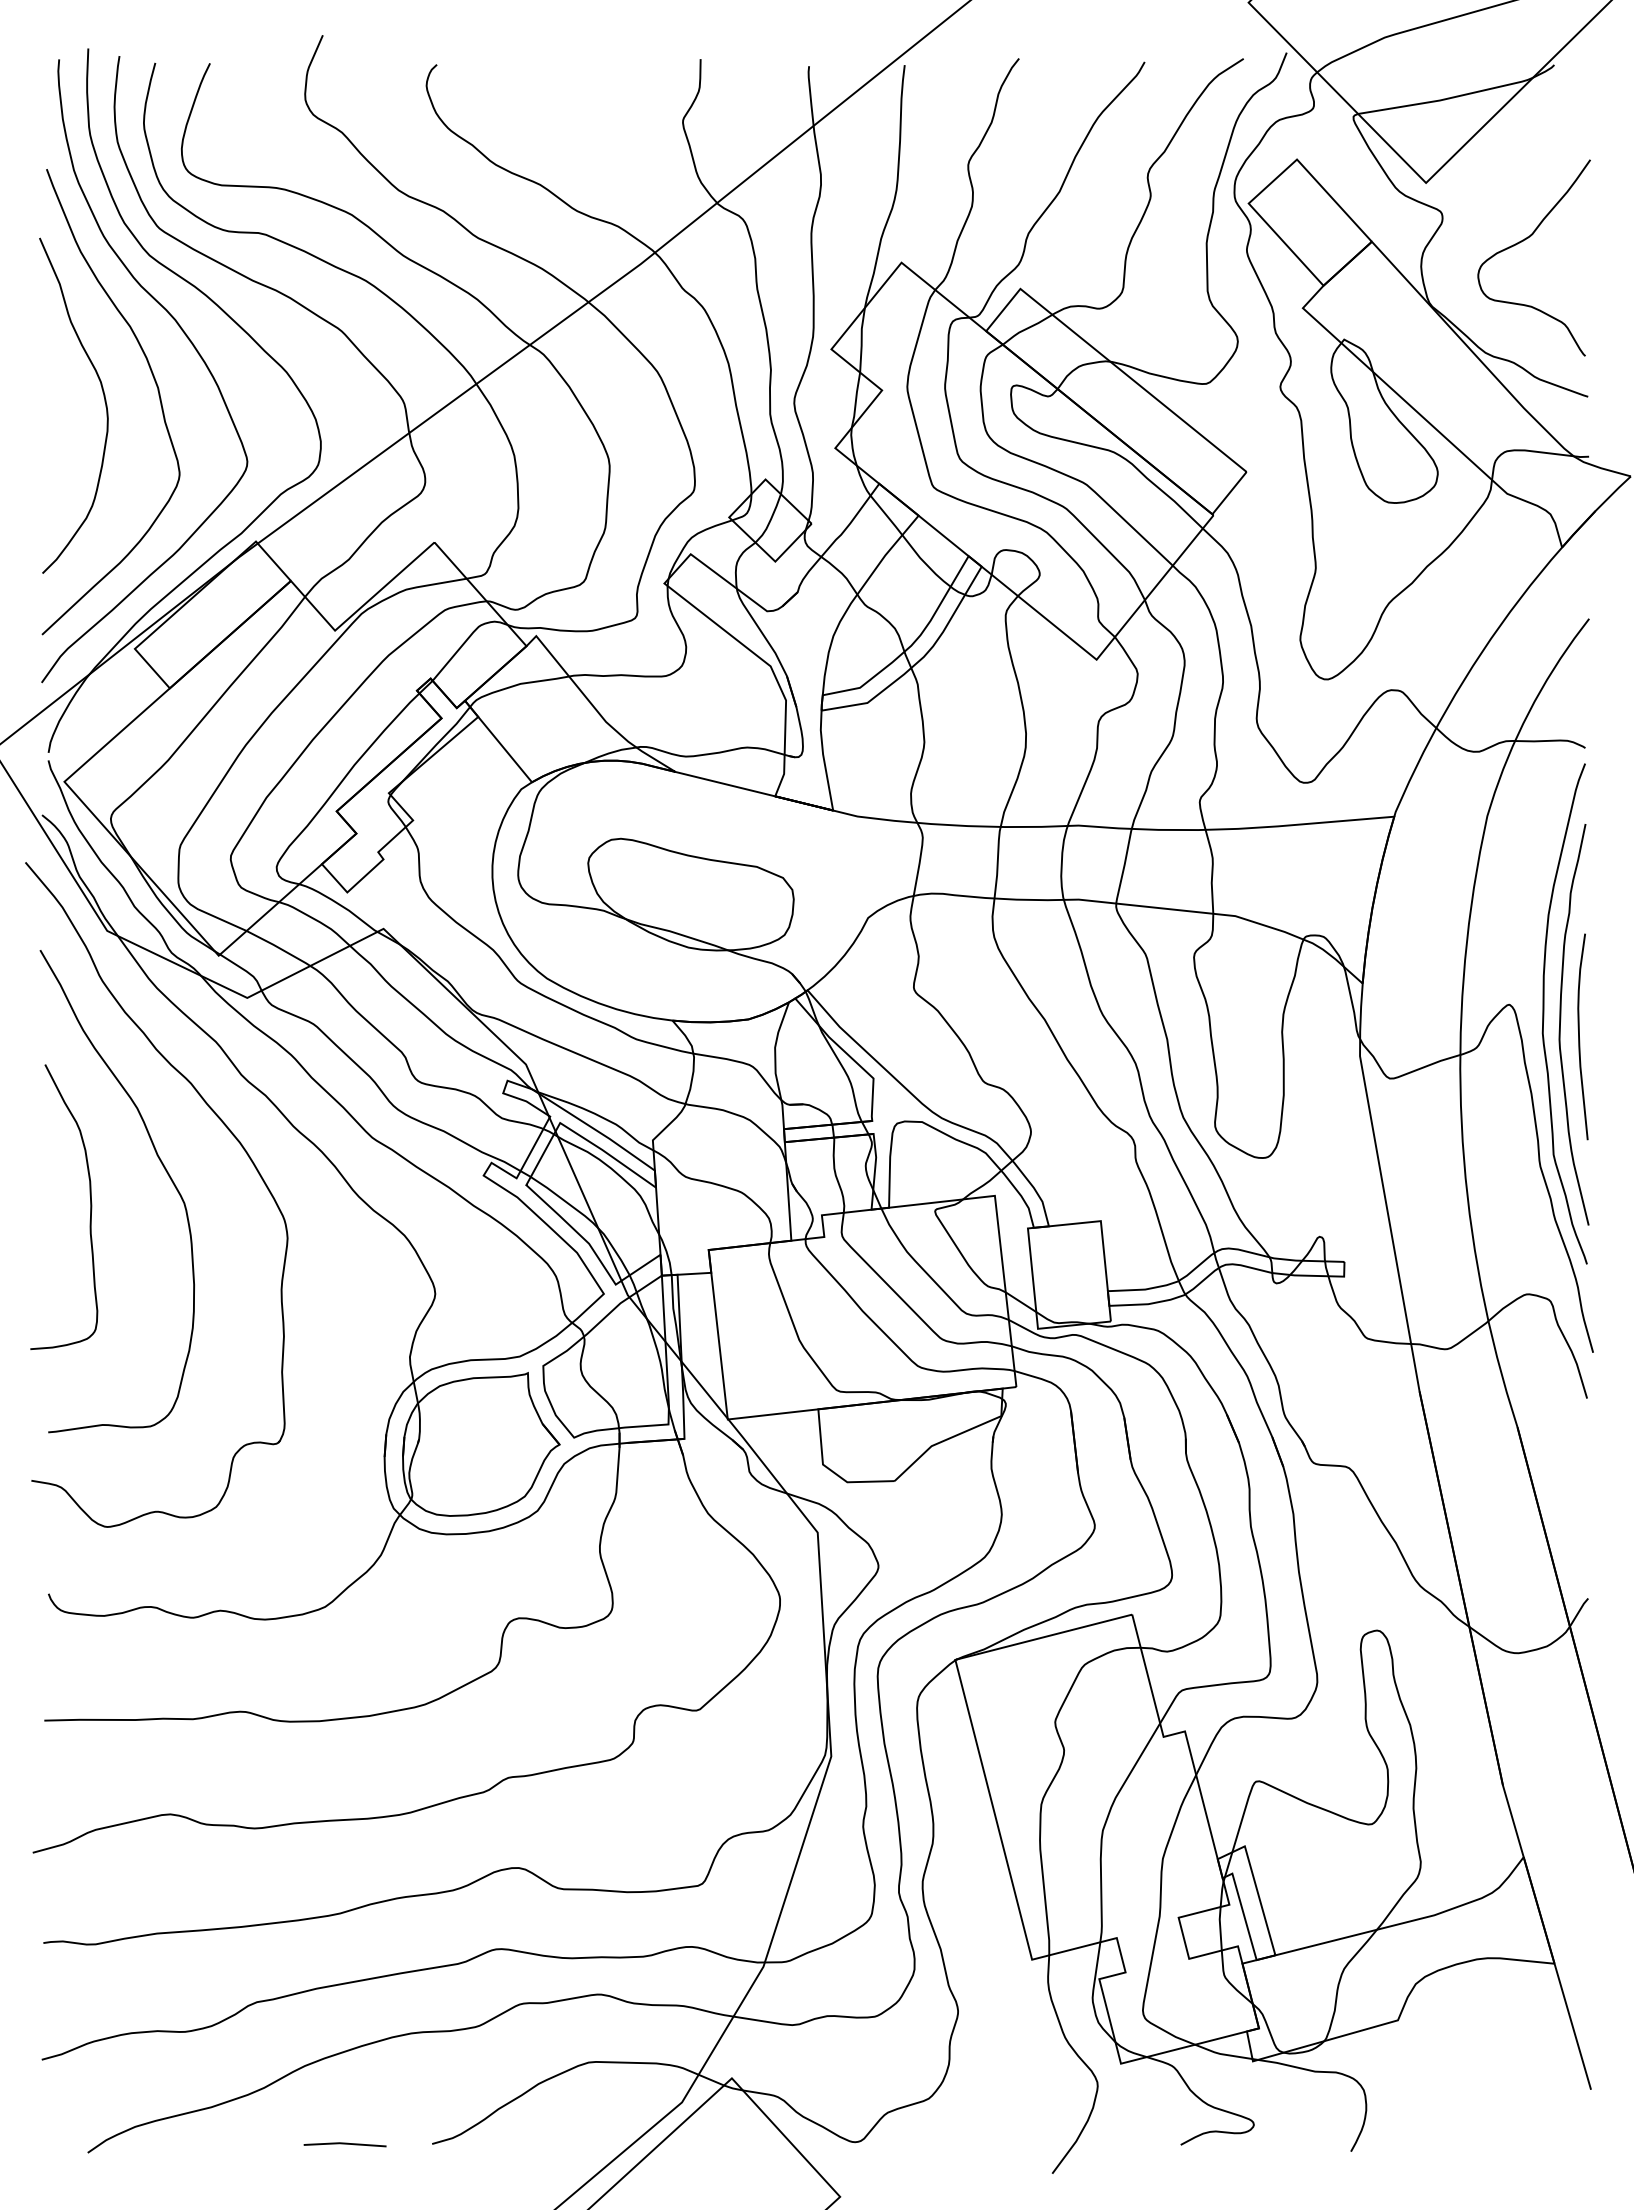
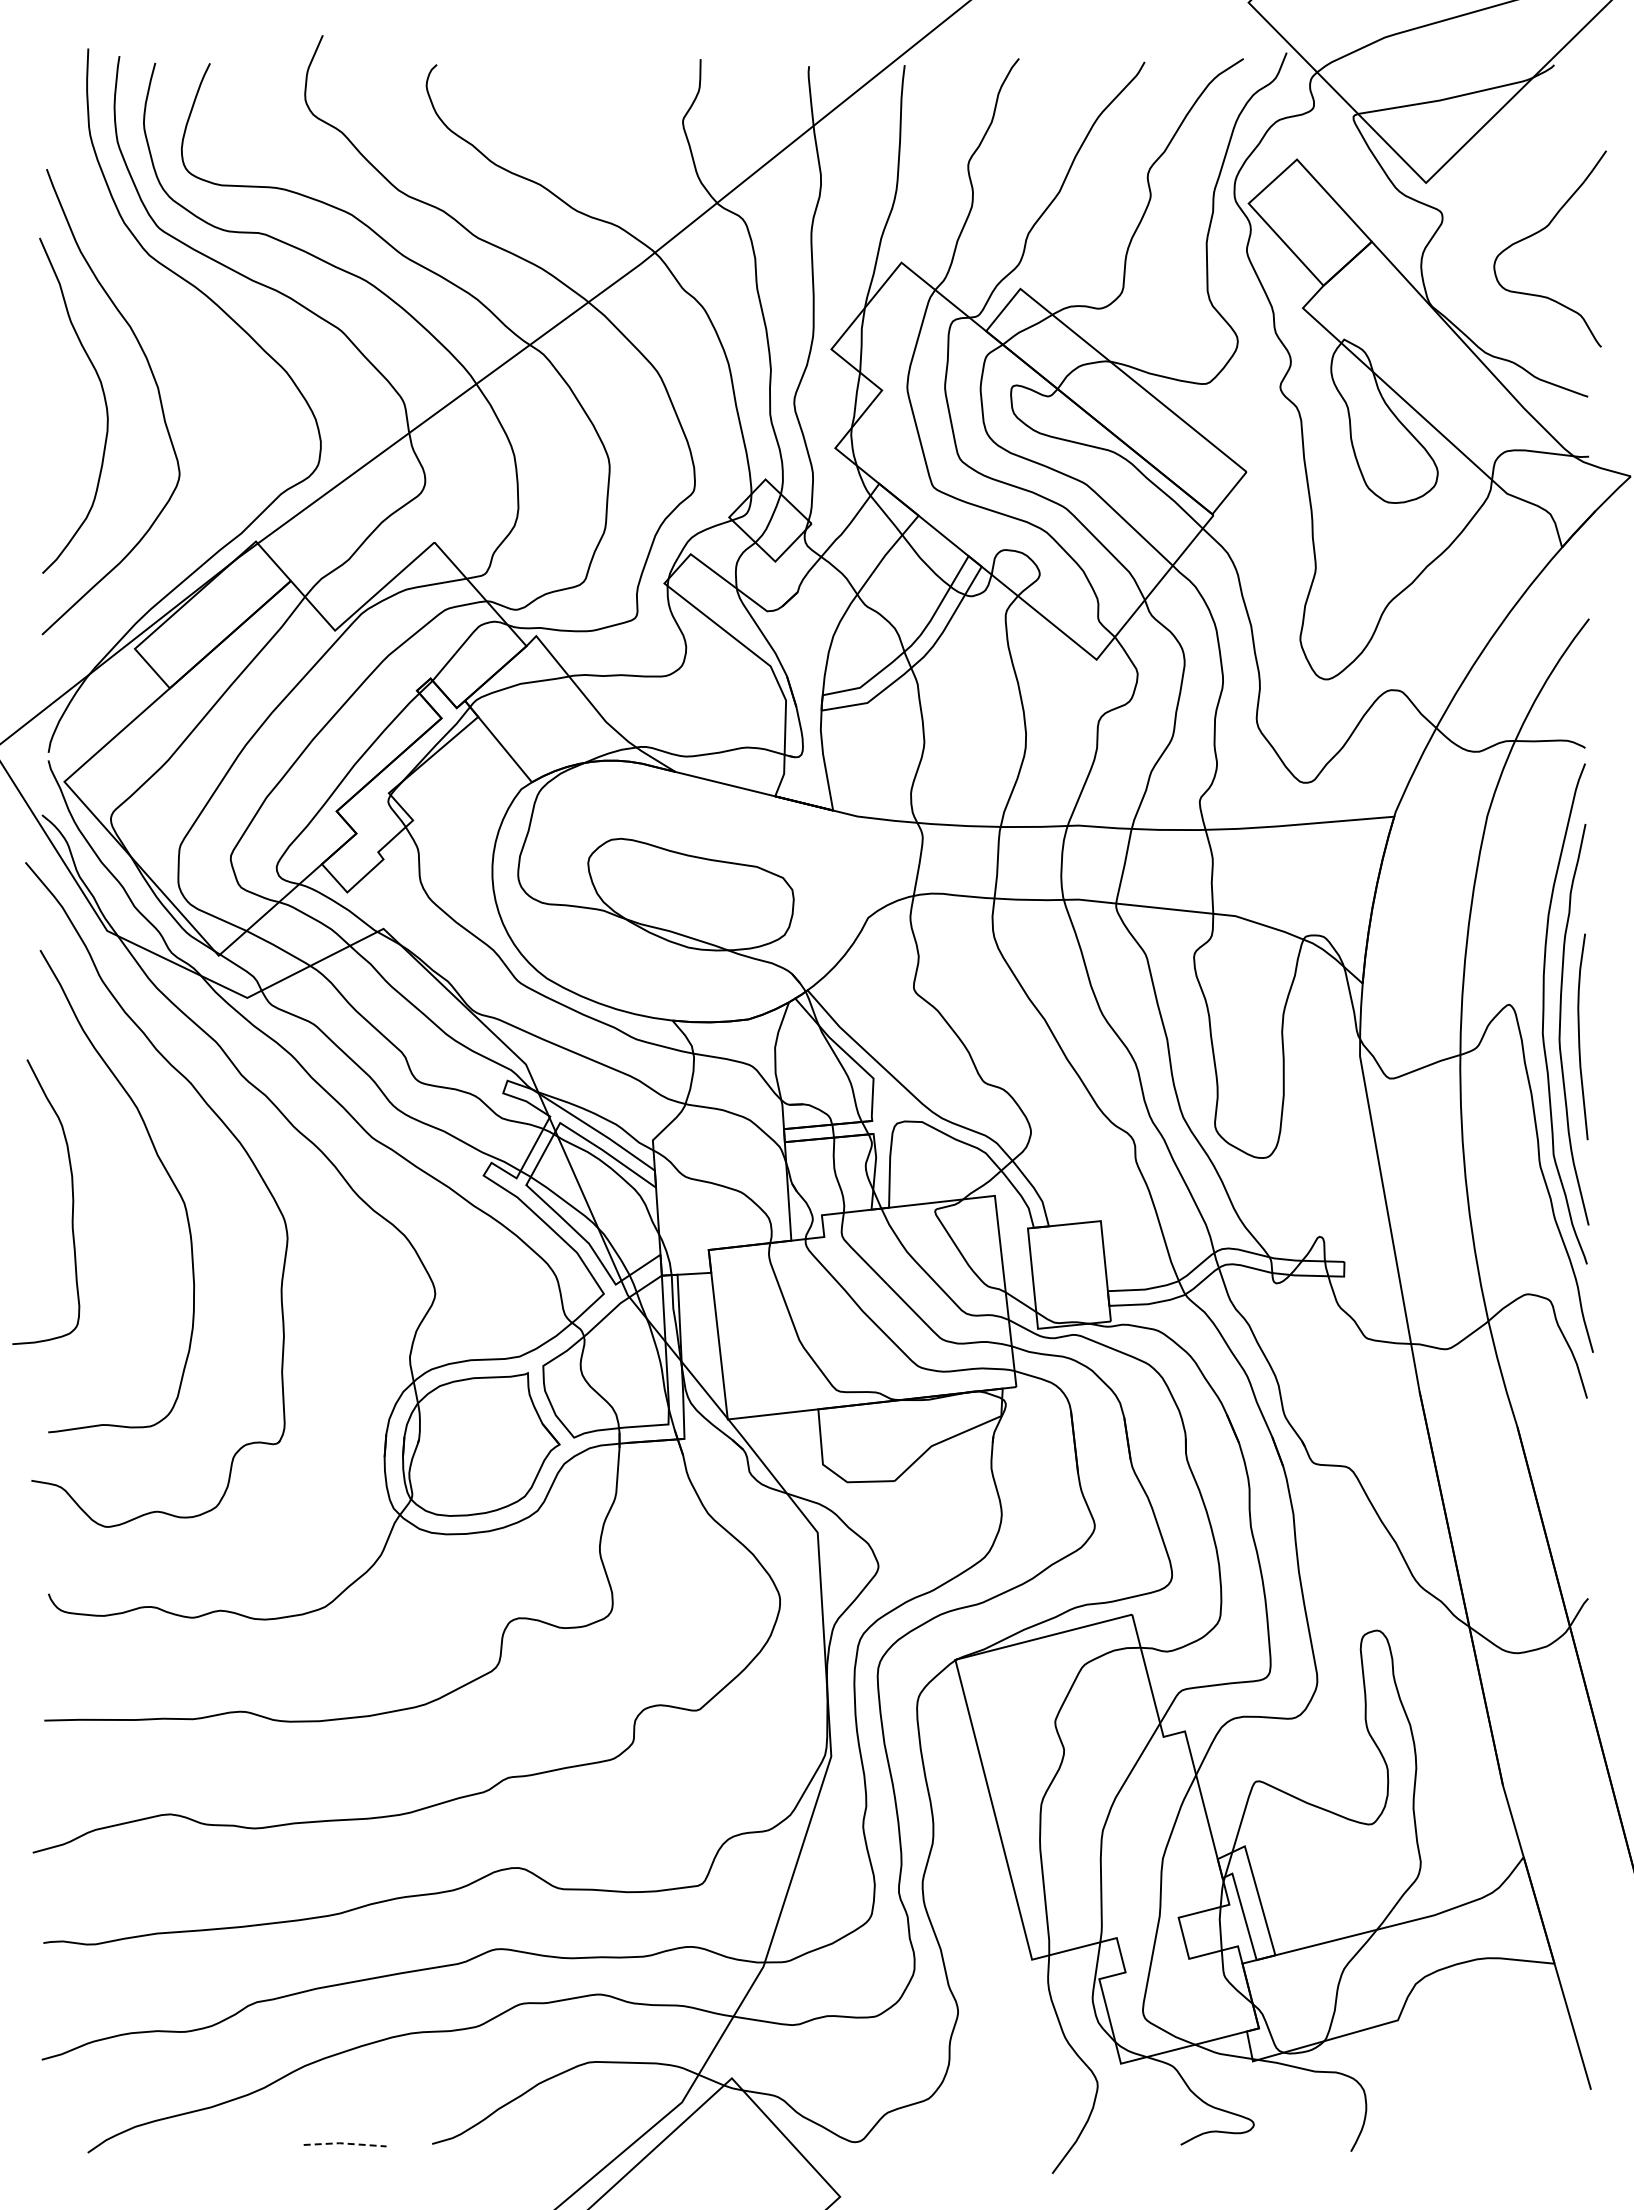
curve at (1525, 240) position: (1525, 240) -> (1541, 231)
curve at (188, 340): present -> none
curve at (90, 1206) position: (90, 1206) -> (72, 1201)
line at (344, 2143): solid -> dashed
